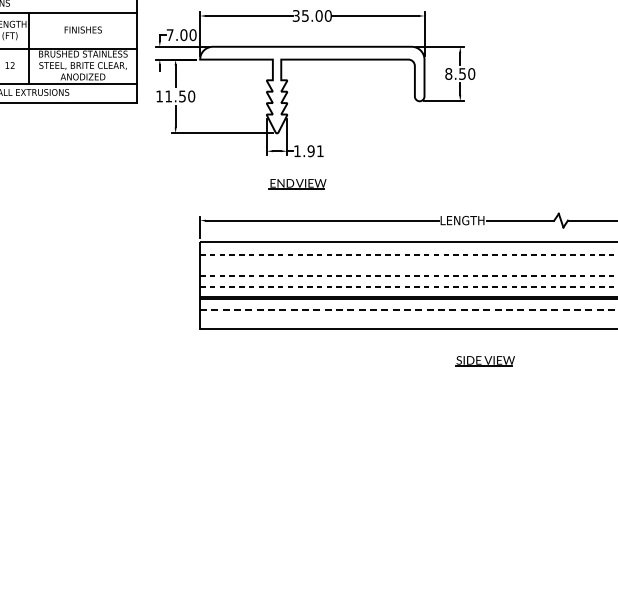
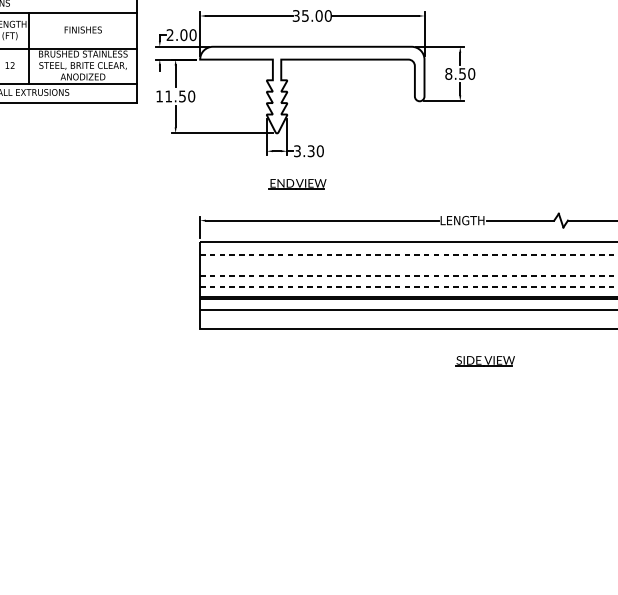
text at (169, 34): 7.00 -> 2.00
text at (308, 151): 1.91 -> 3.30
line at (409, 309): dashed -> solid
